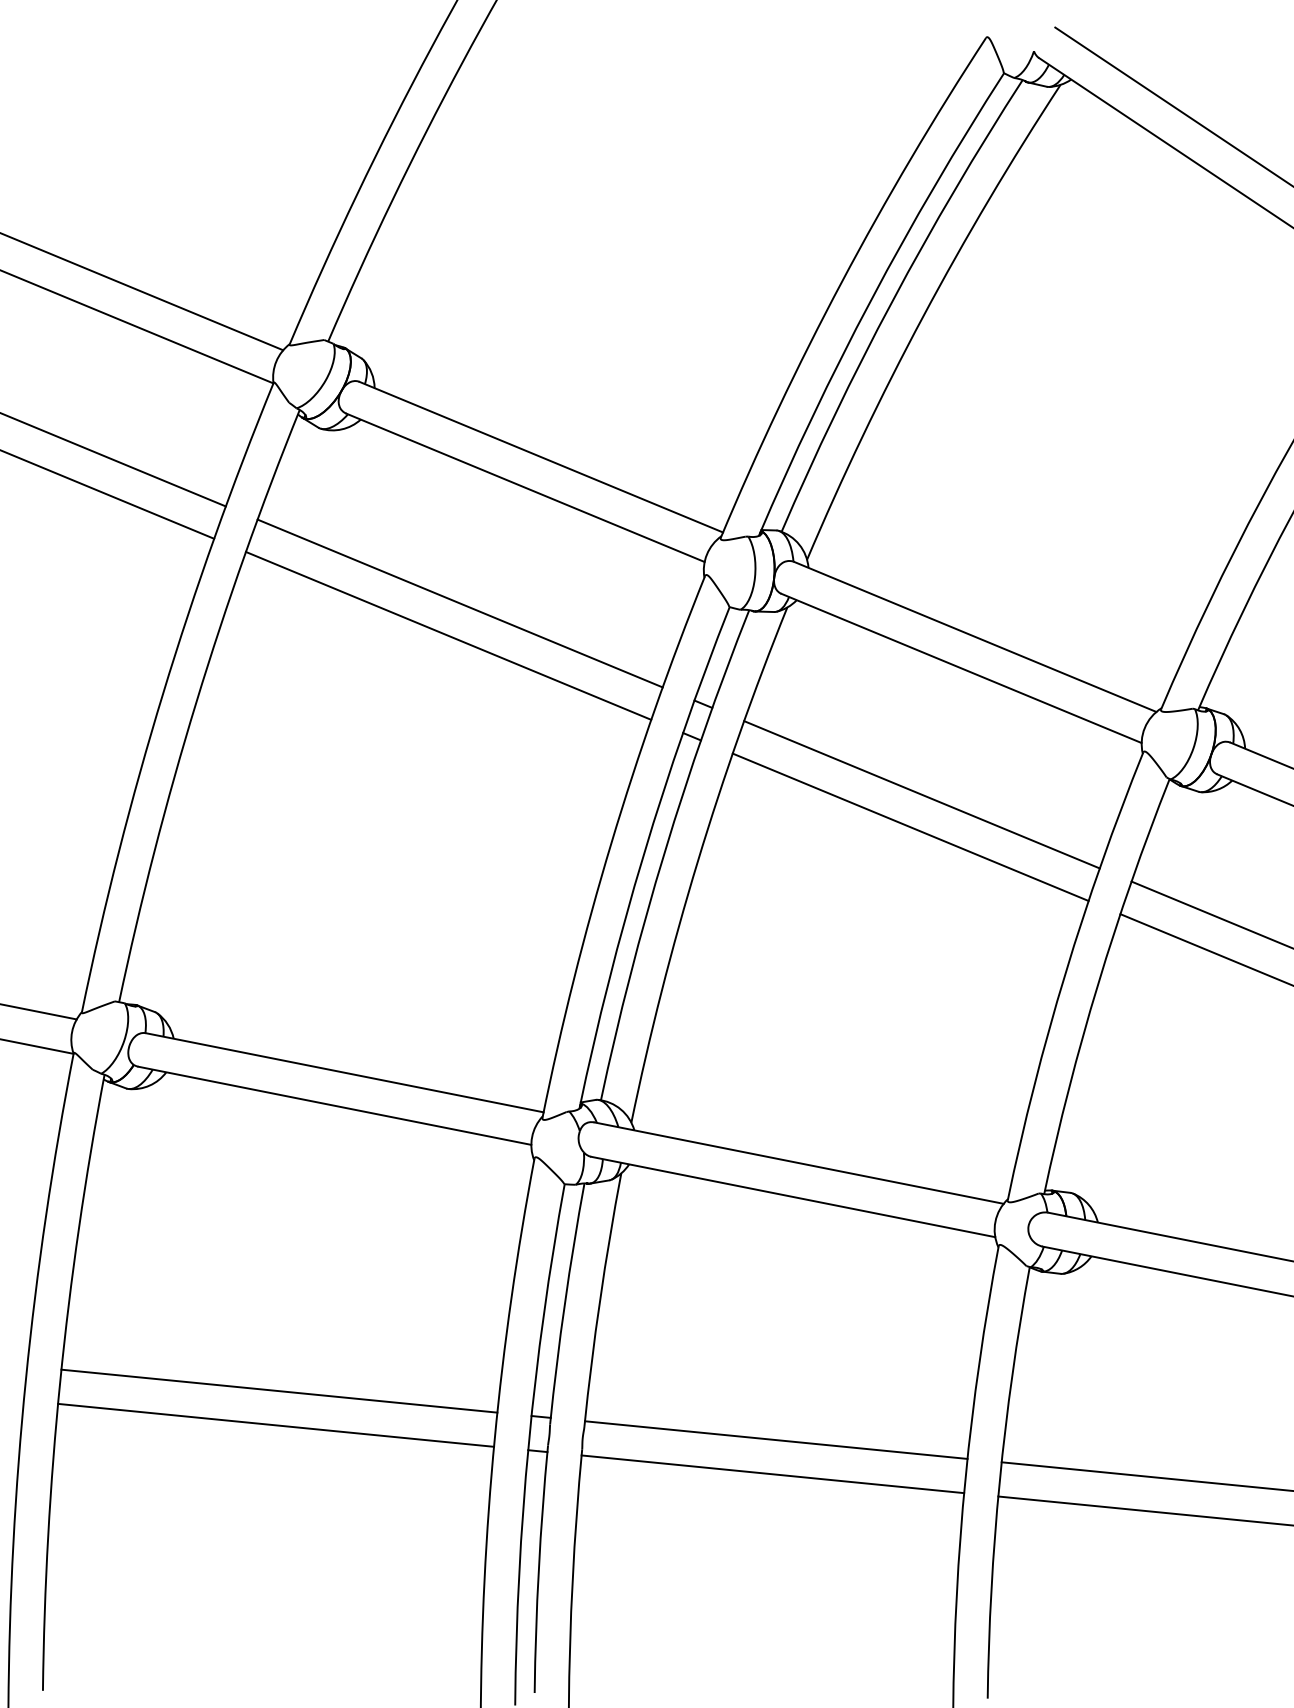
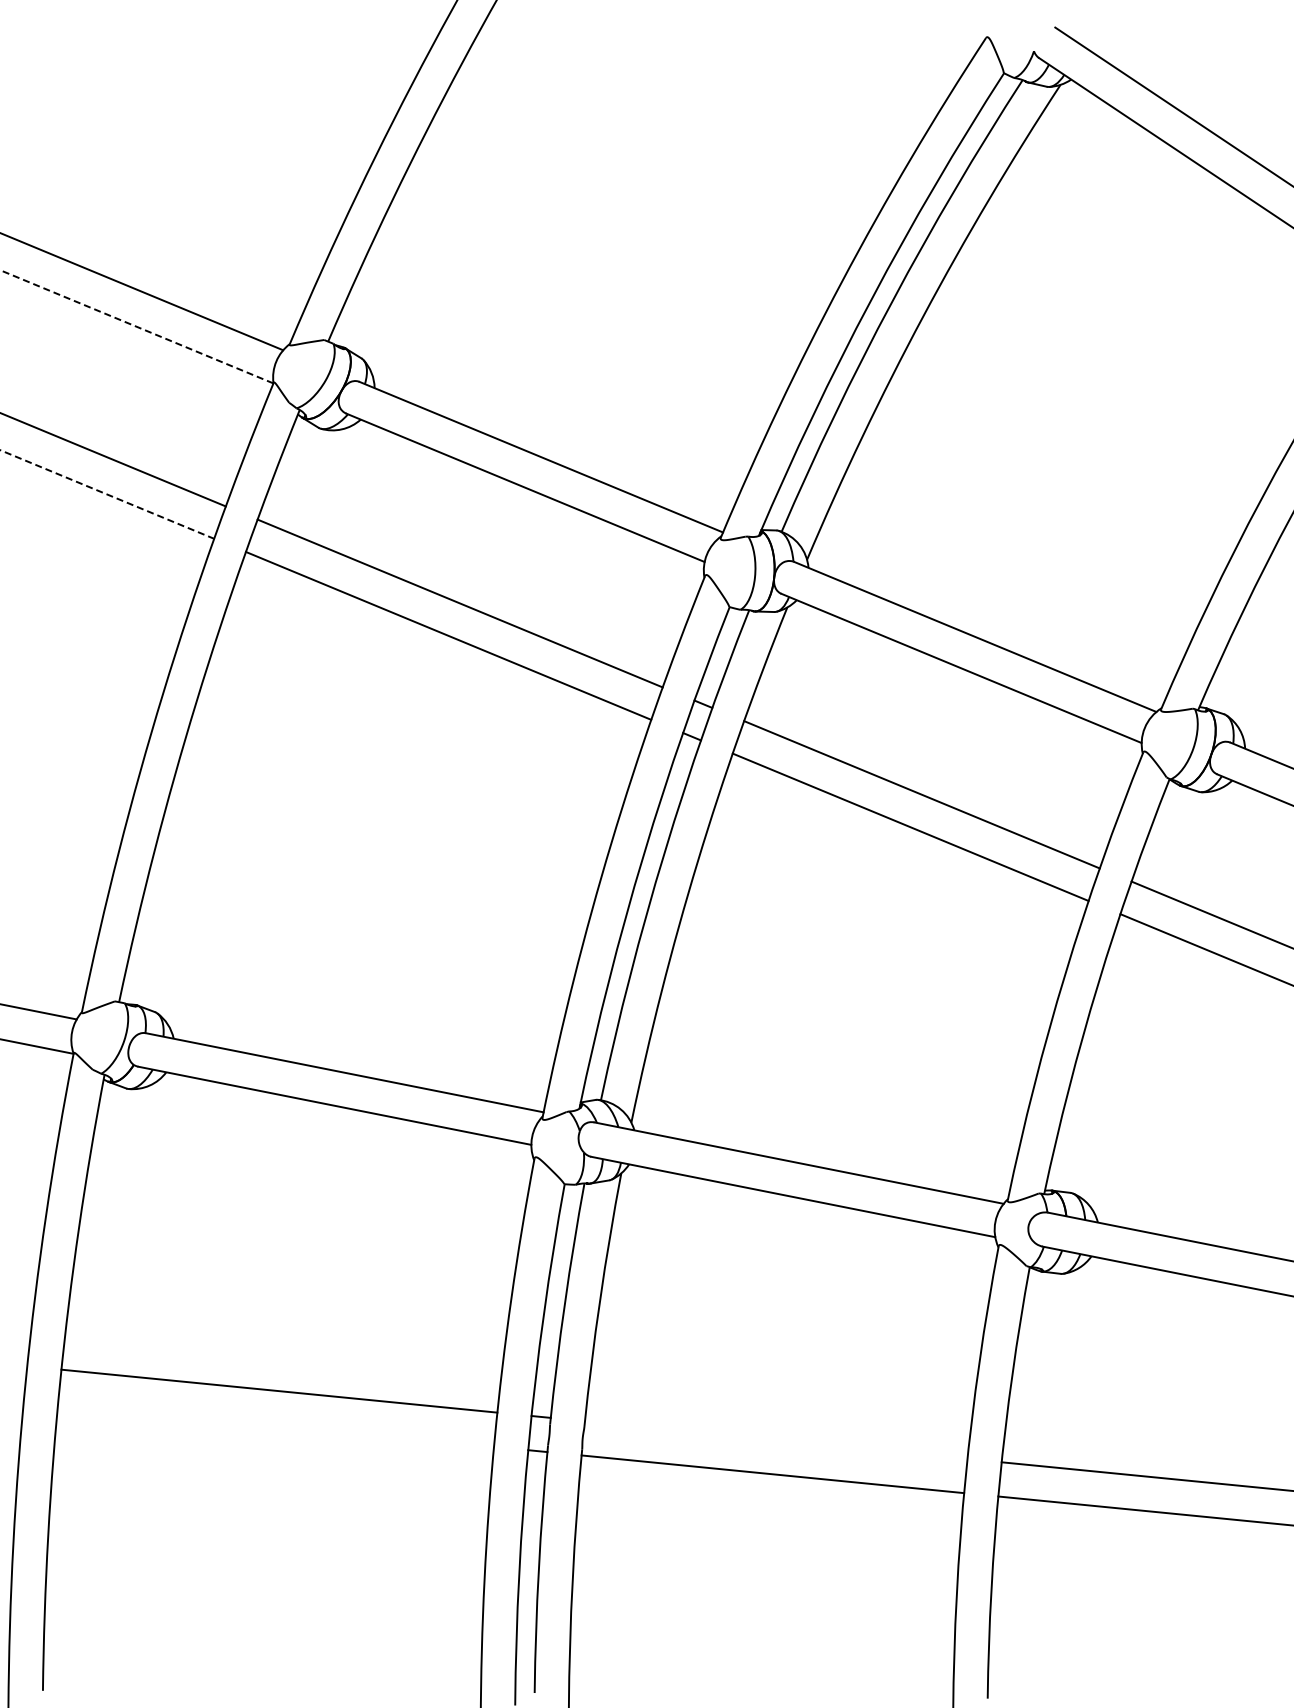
line at (136, 326): solid -> dashed
line at (107, 494): solid -> dashed
line at (276, 1424): present -> none
line at (776, 1439): present -> none
